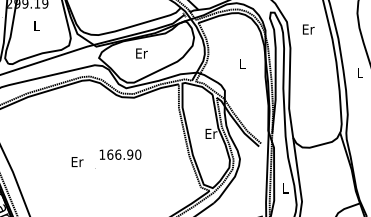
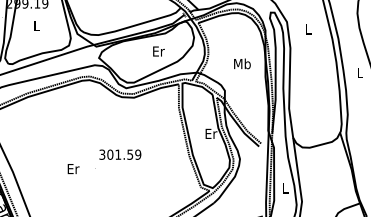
text at (308, 29): Er -> L
text at (141, 53) position: (141, 53) -> (158, 51)
text at (242, 63): L -> Mb
text at (120, 154): 166.90 -> 301.59
text at (77, 162) position: (77, 162) -> (73, 169)
